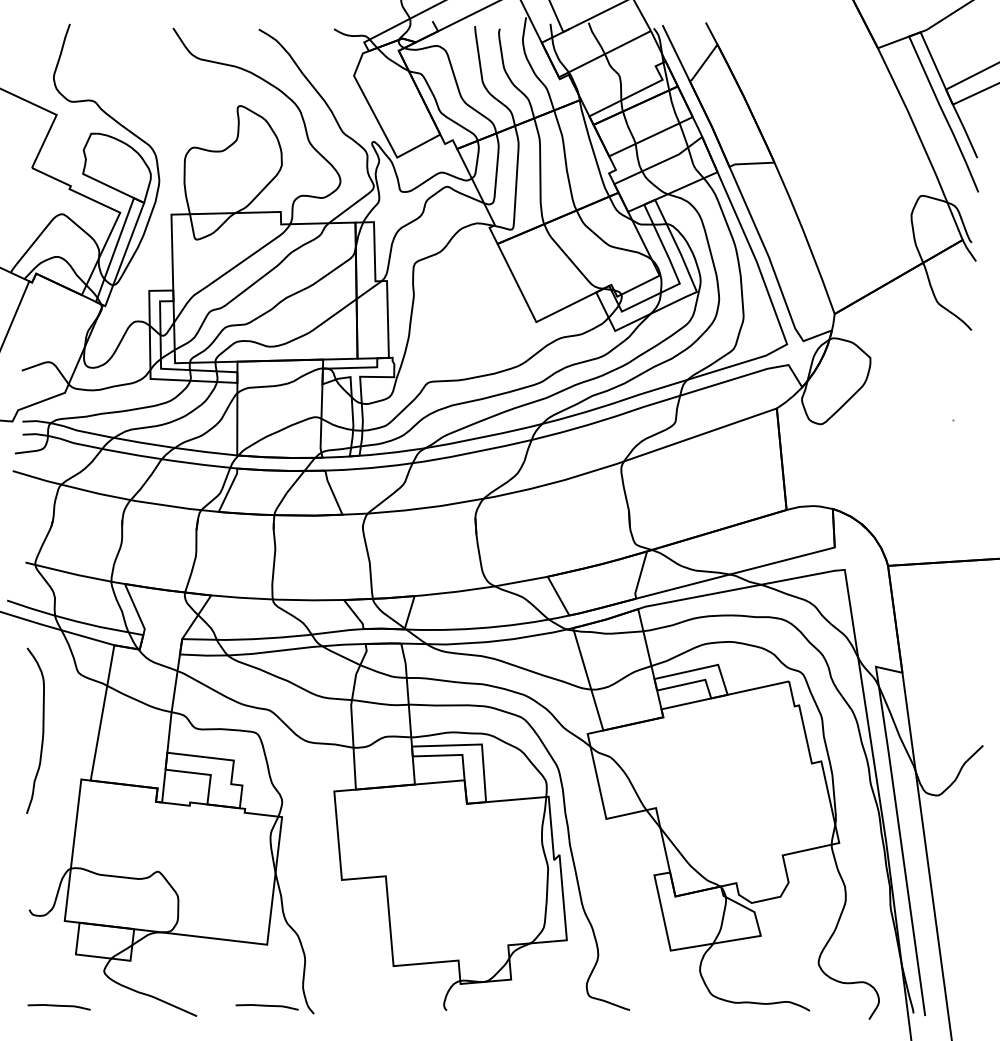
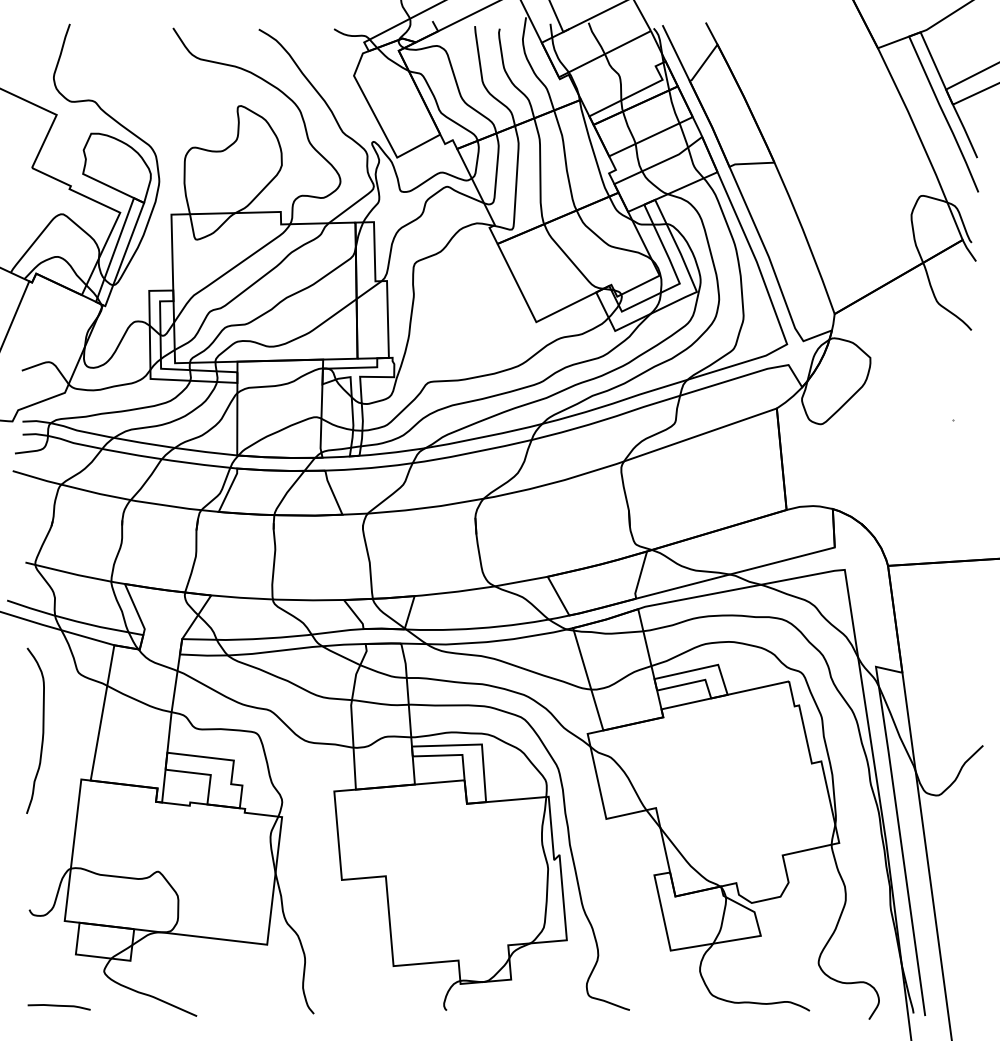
curve at (266, 1006): present -> none
